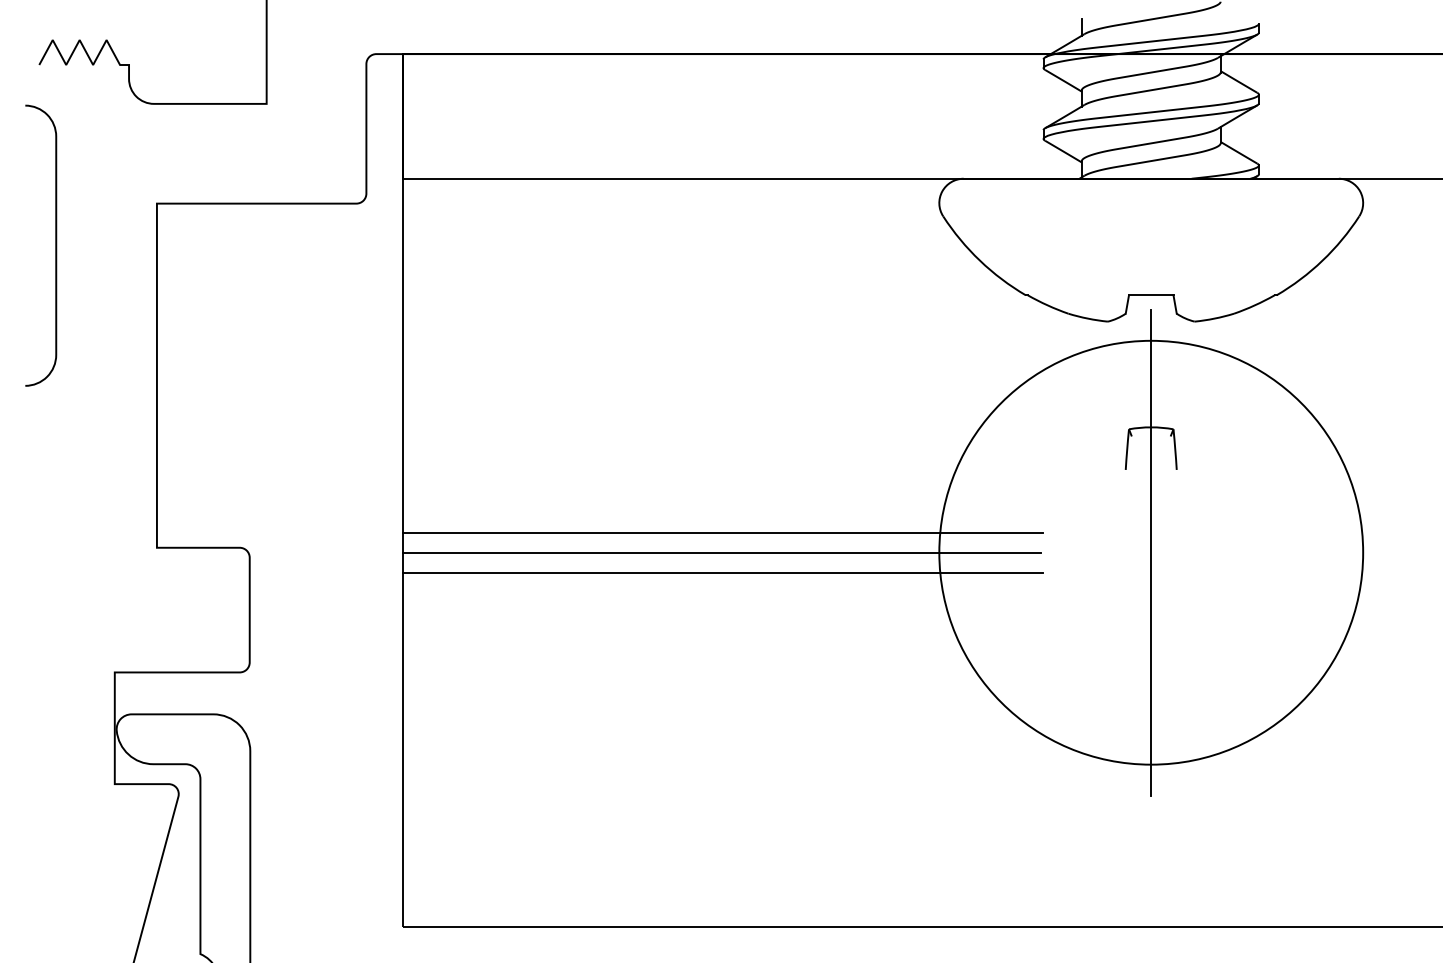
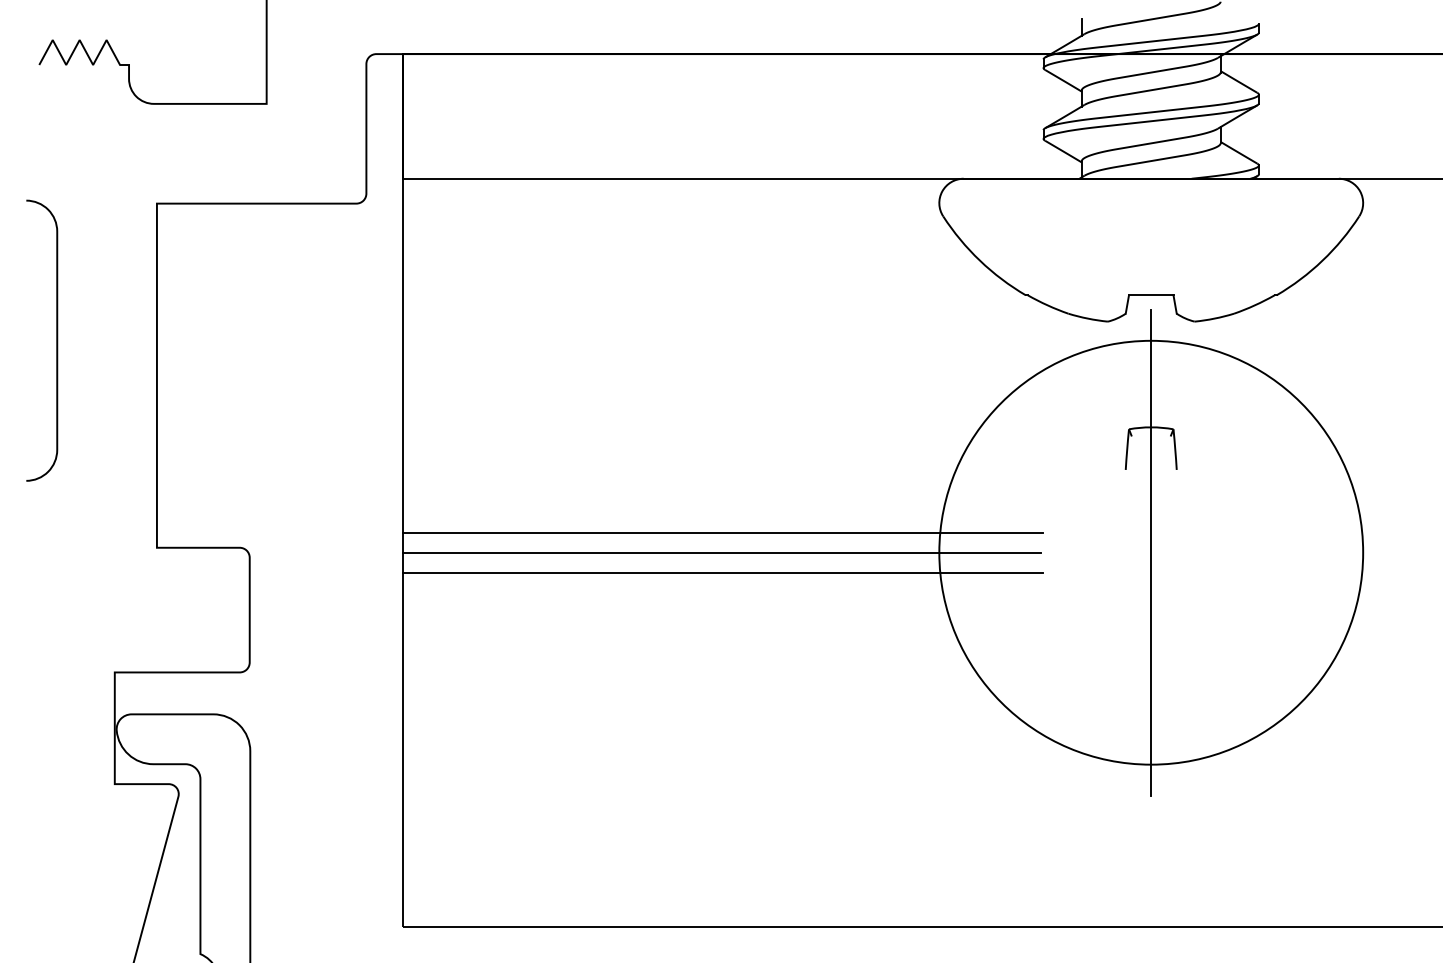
curve at (55, 245) position: (55, 245) -> (56, 340)
